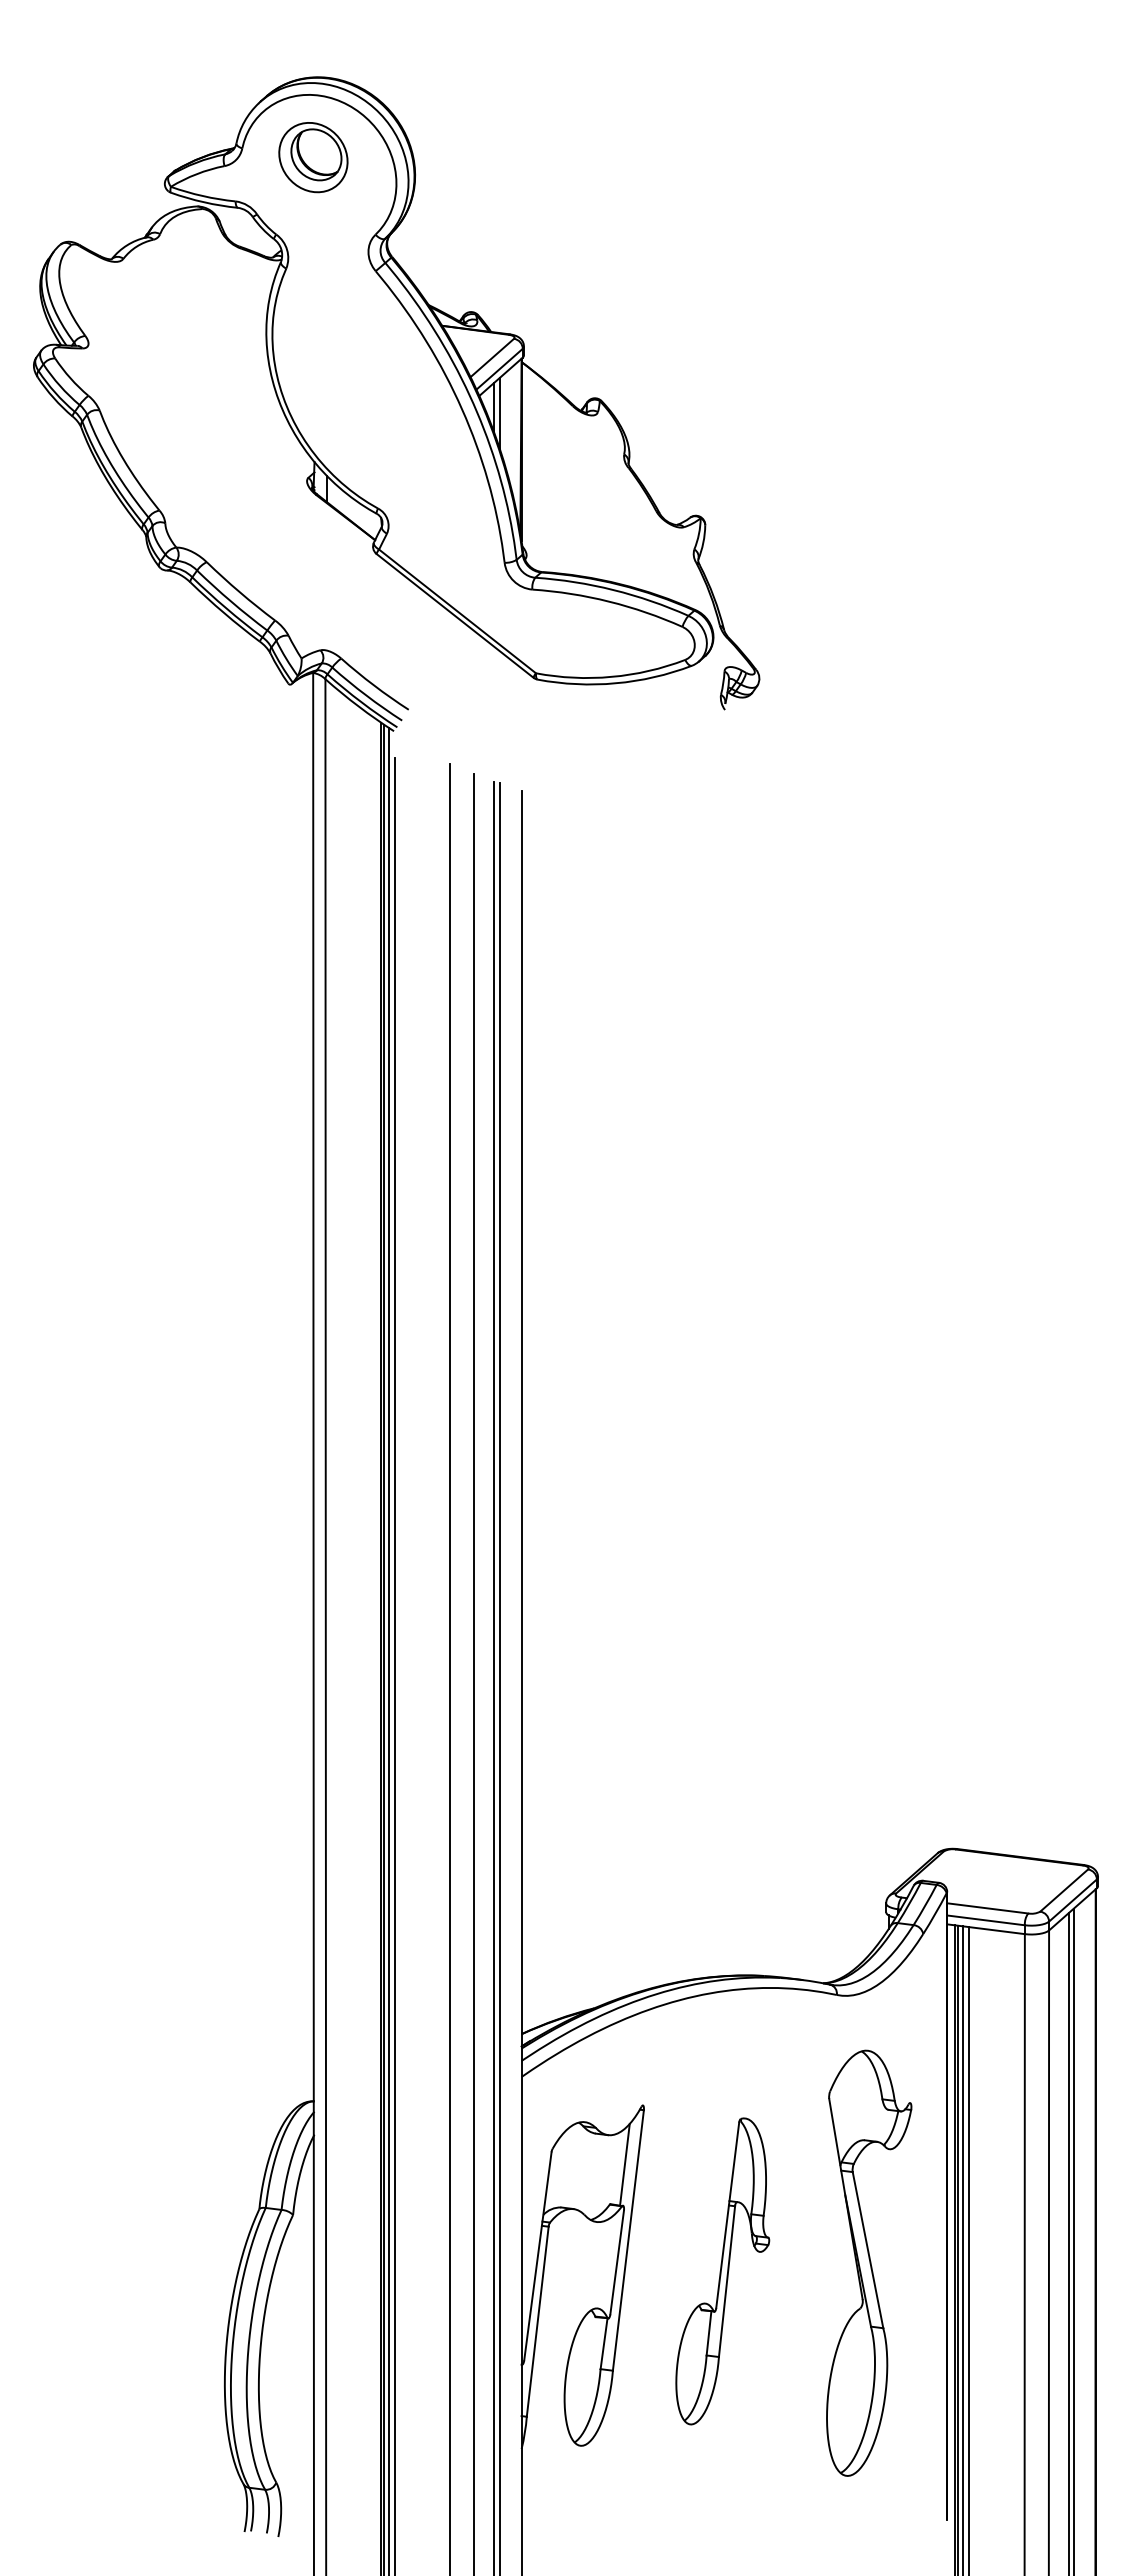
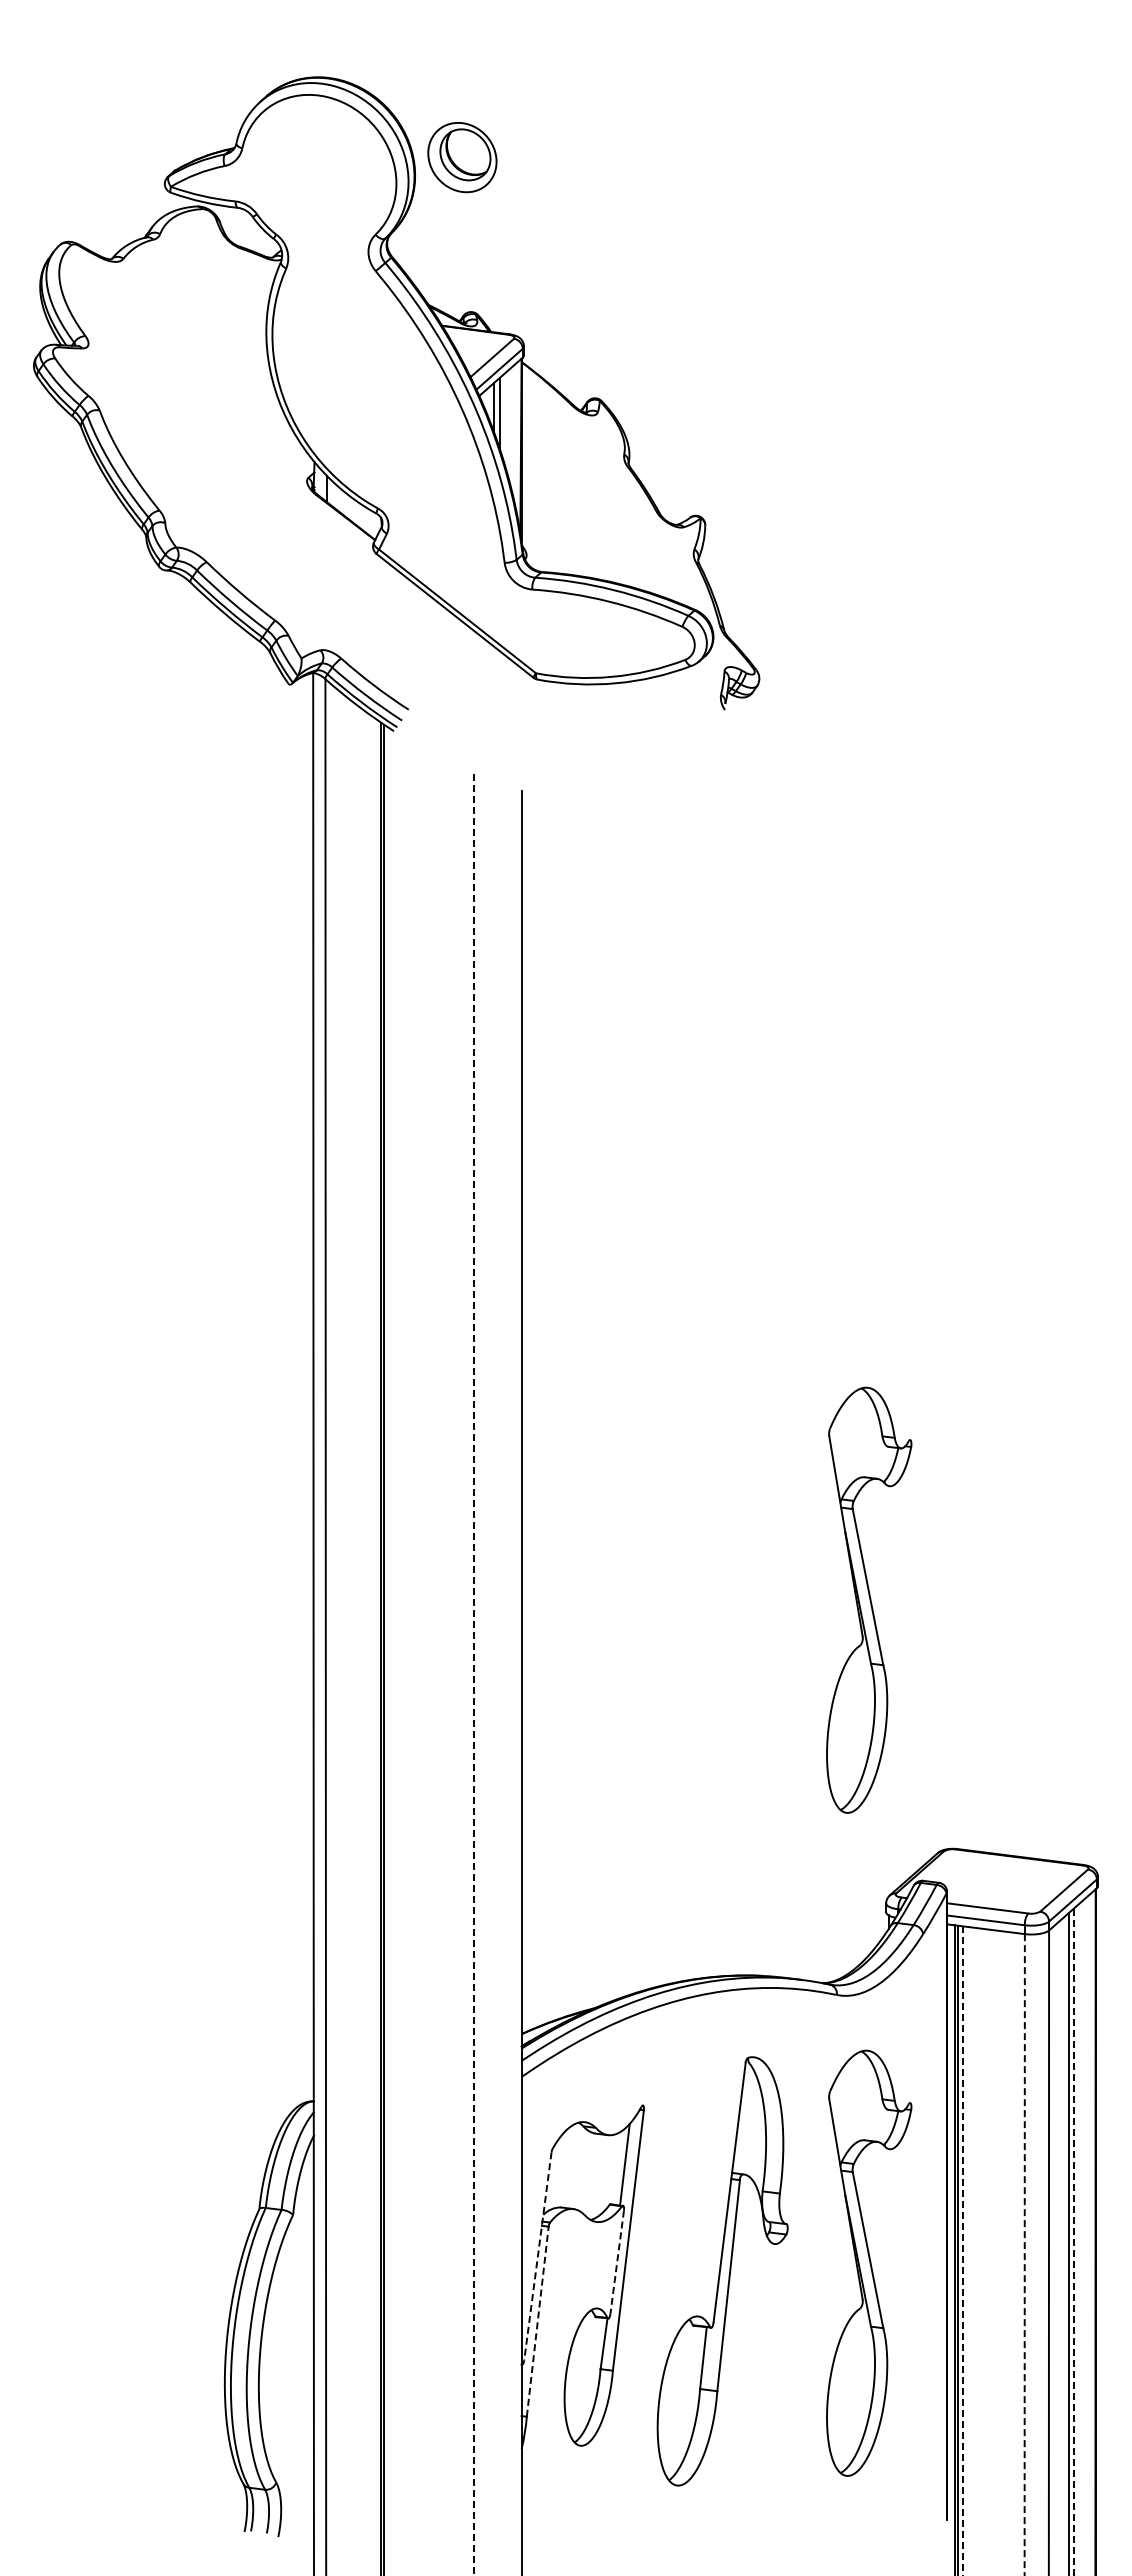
part at (313, 157) position: (313, 157) -> (462, 157)
part at (869, 1599): none -> present
line at (388, 1649): present -> none
line at (395, 1664): present -> none
line at (449, 1667): present -> none
line at (473, 1674): solid -> dashed
line at (494, 1676): present -> none
line at (499, 1677): present -> none
line at (1073, 2242): solid -> dashed
line at (969, 2249): present -> none
line at (962, 2251): solid -> dashed
line at (1024, 2255): solid -> dashed
line at (537, 2256): solid -> dashed
line at (617, 2262): solid -> dashed
part at (722, 2271) size: 96x309 px -> 133x431 px
line at (537, 2321): solid -> dashed
